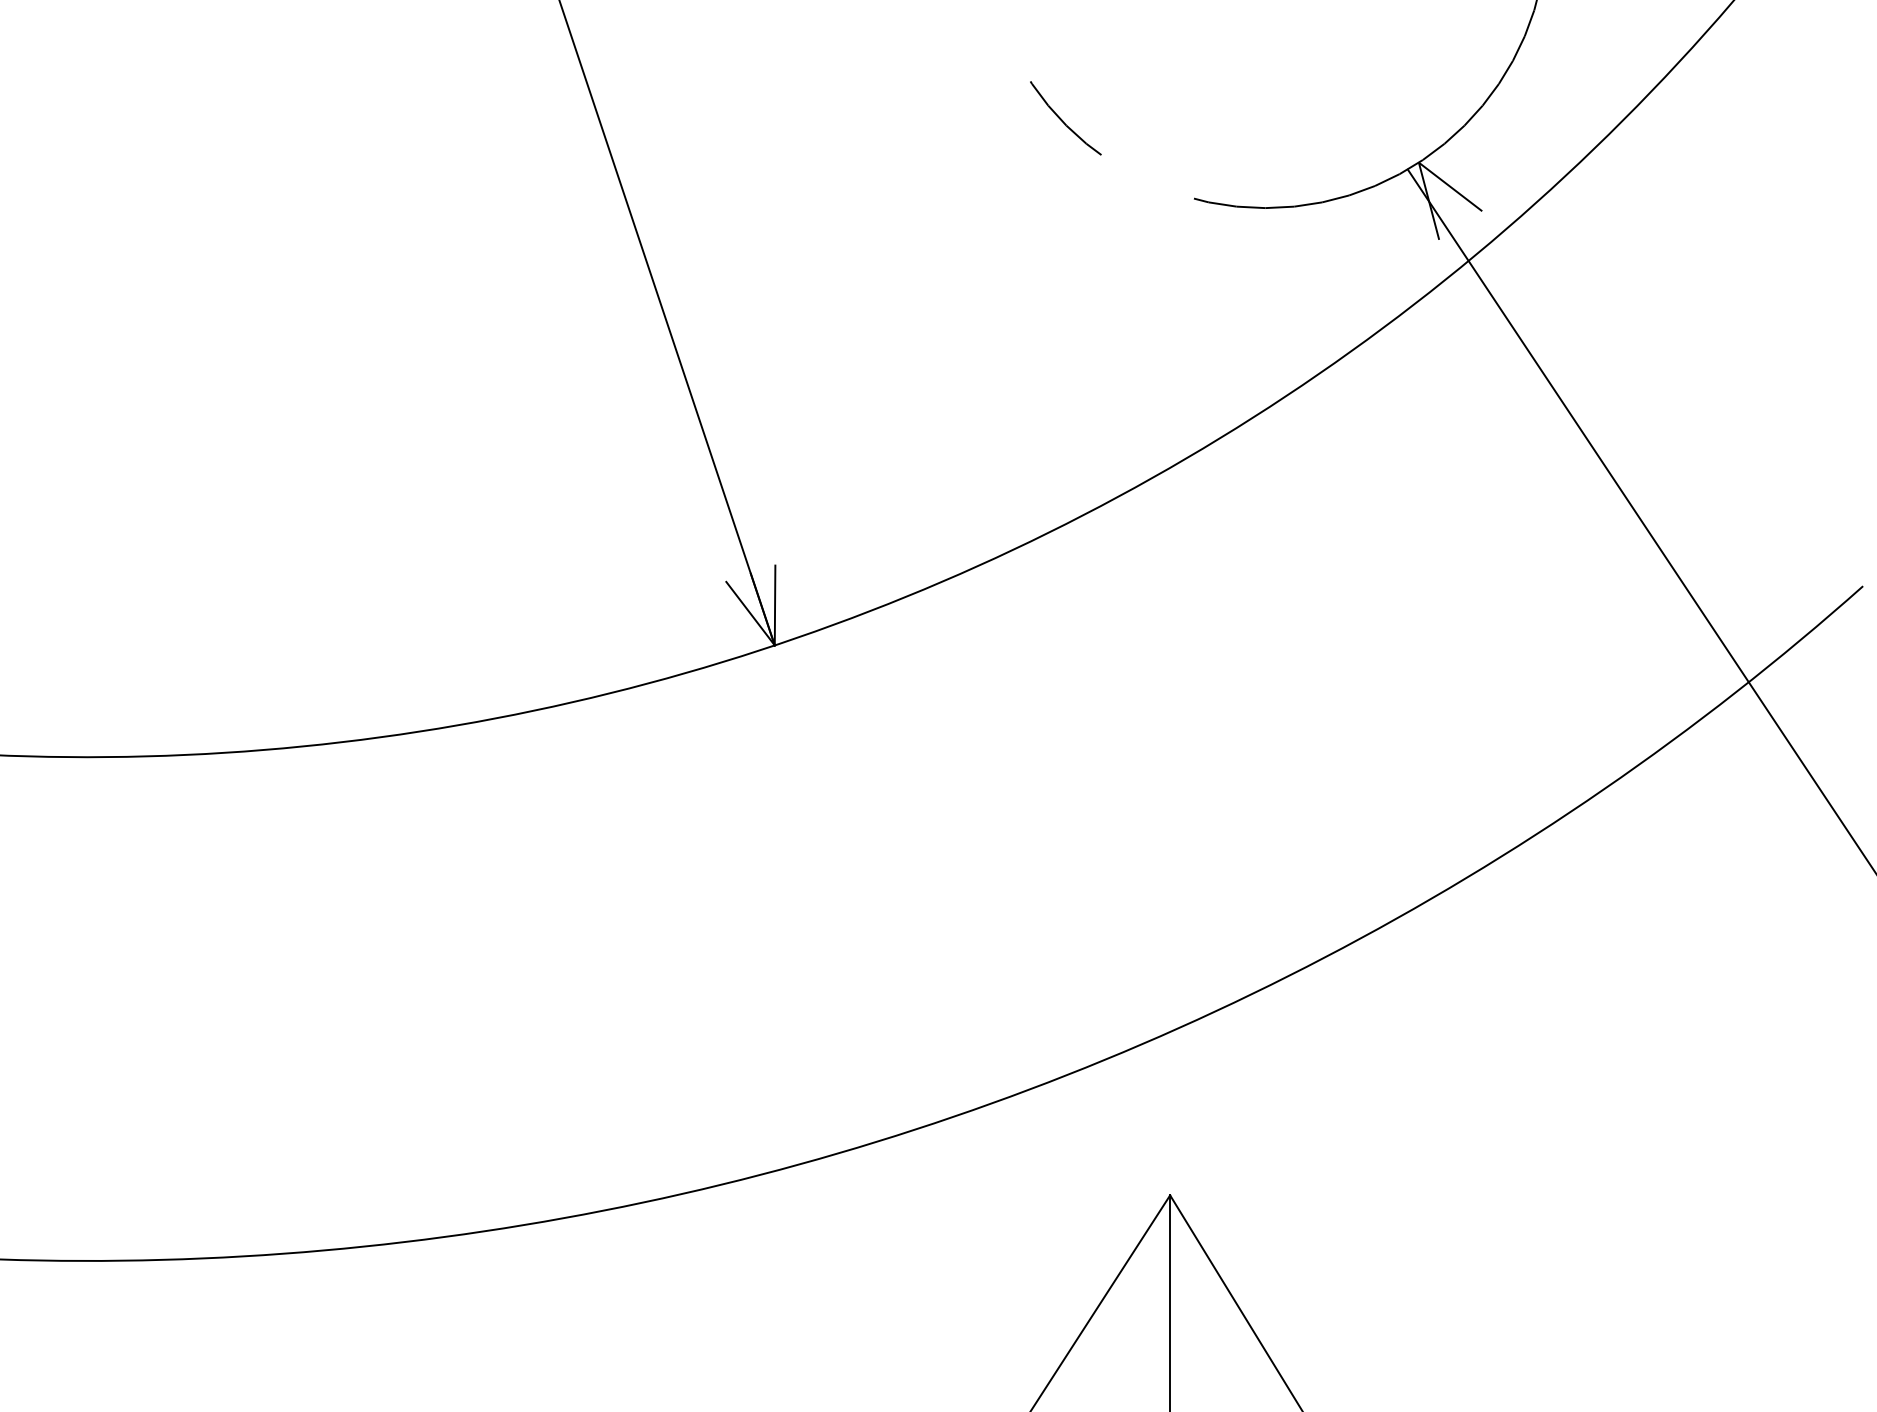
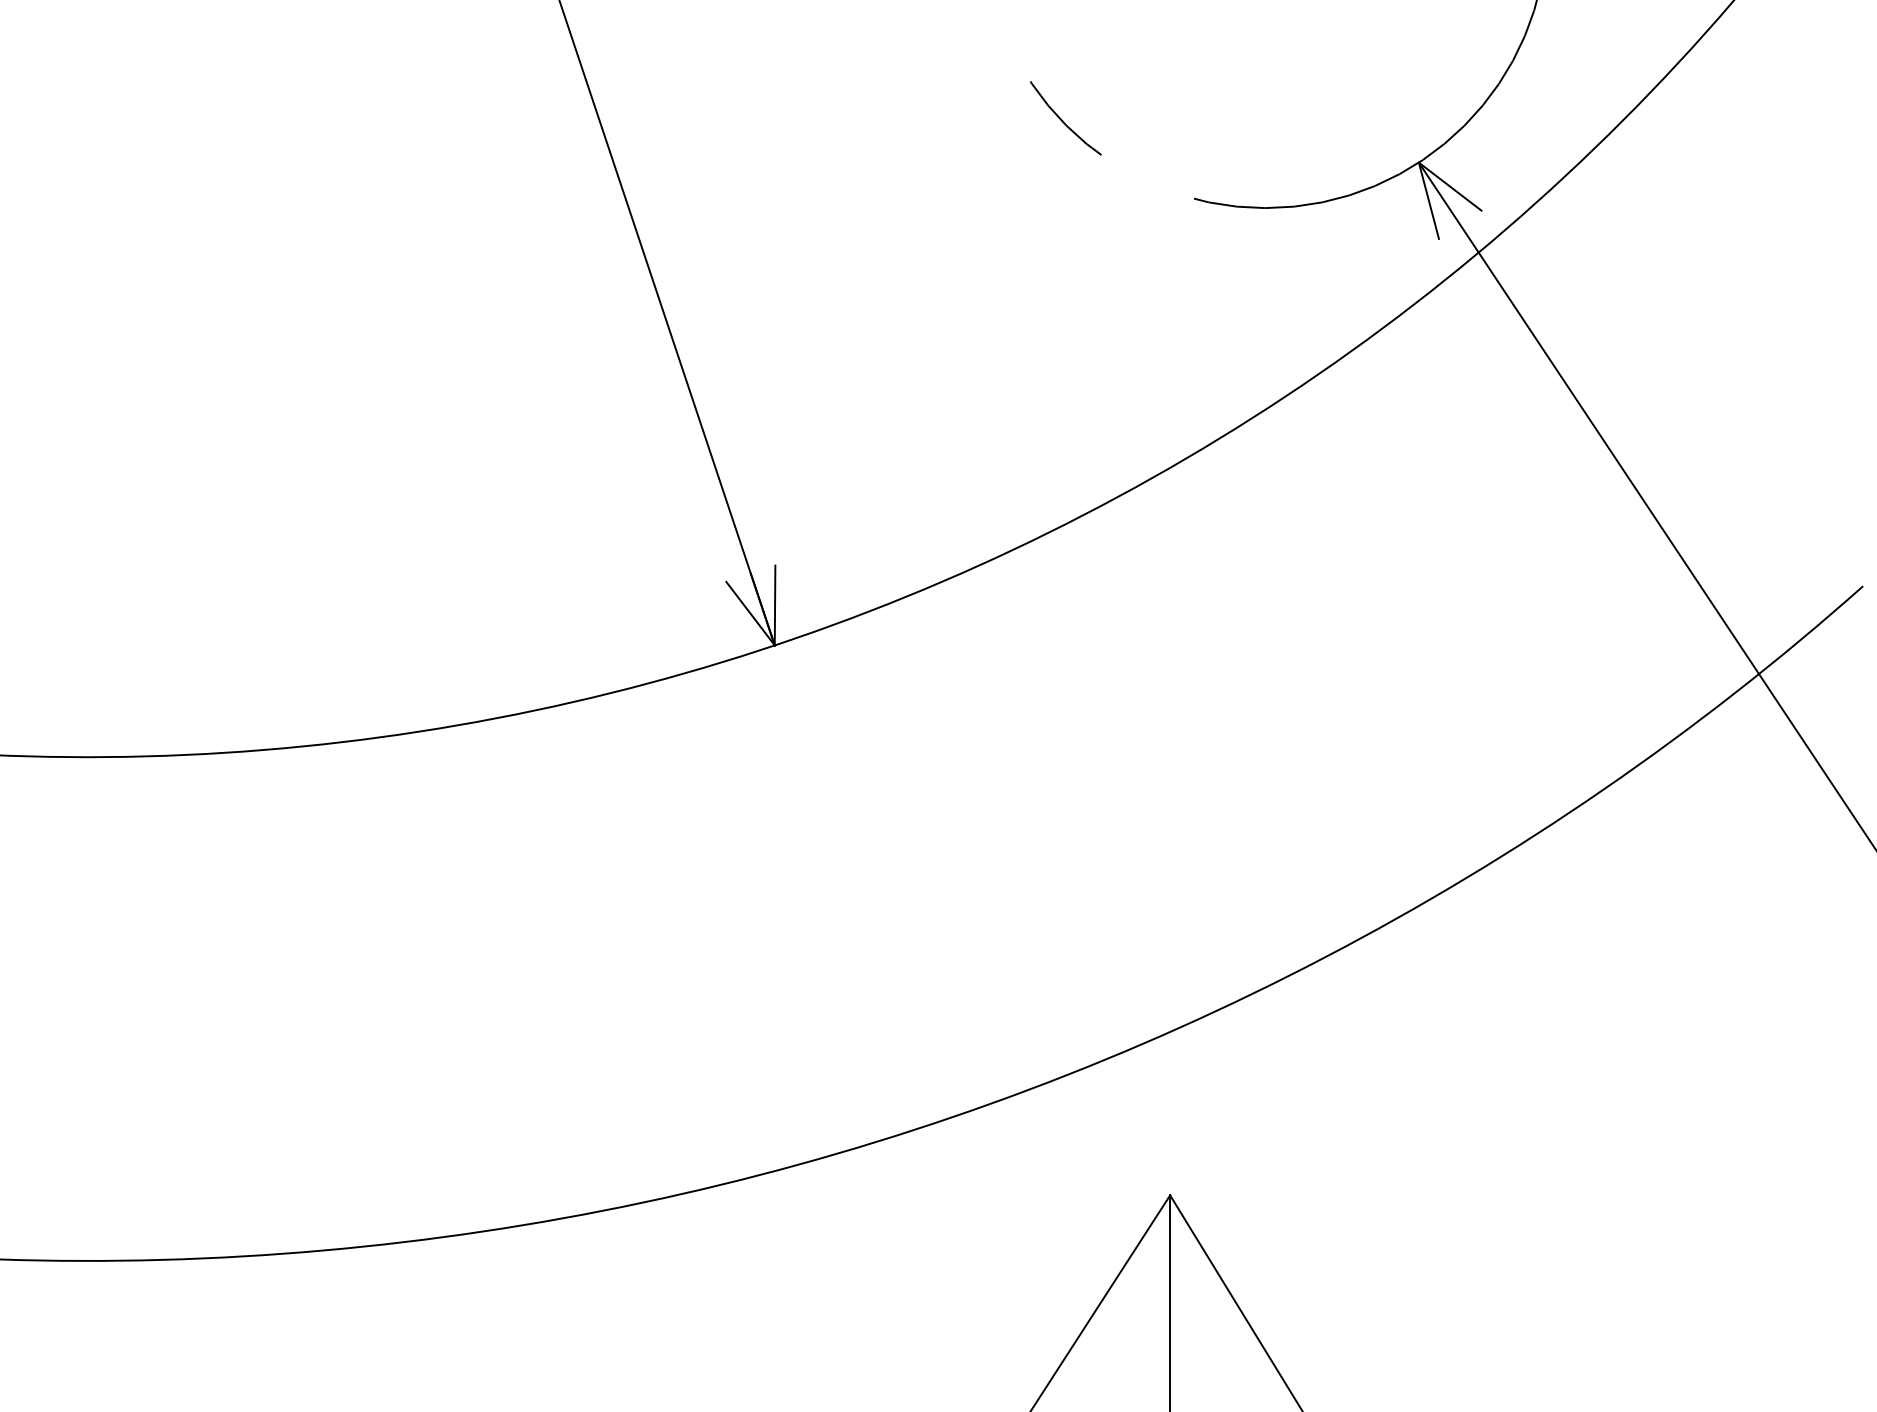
line at (1640, 519) position: (1640, 519) -> (1645, 504)
